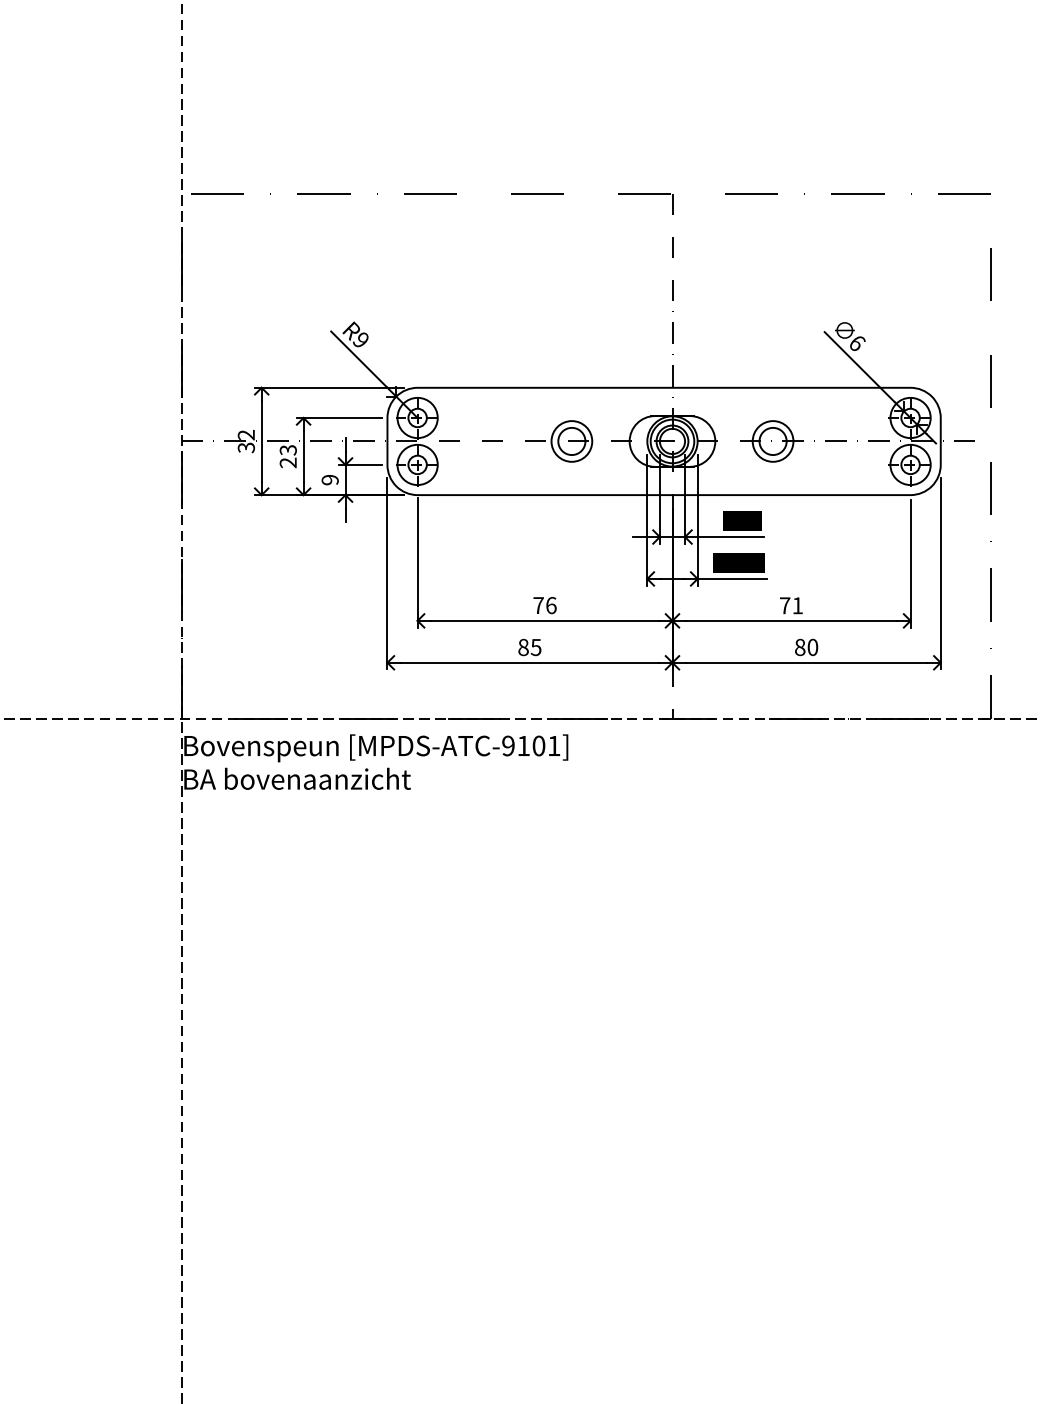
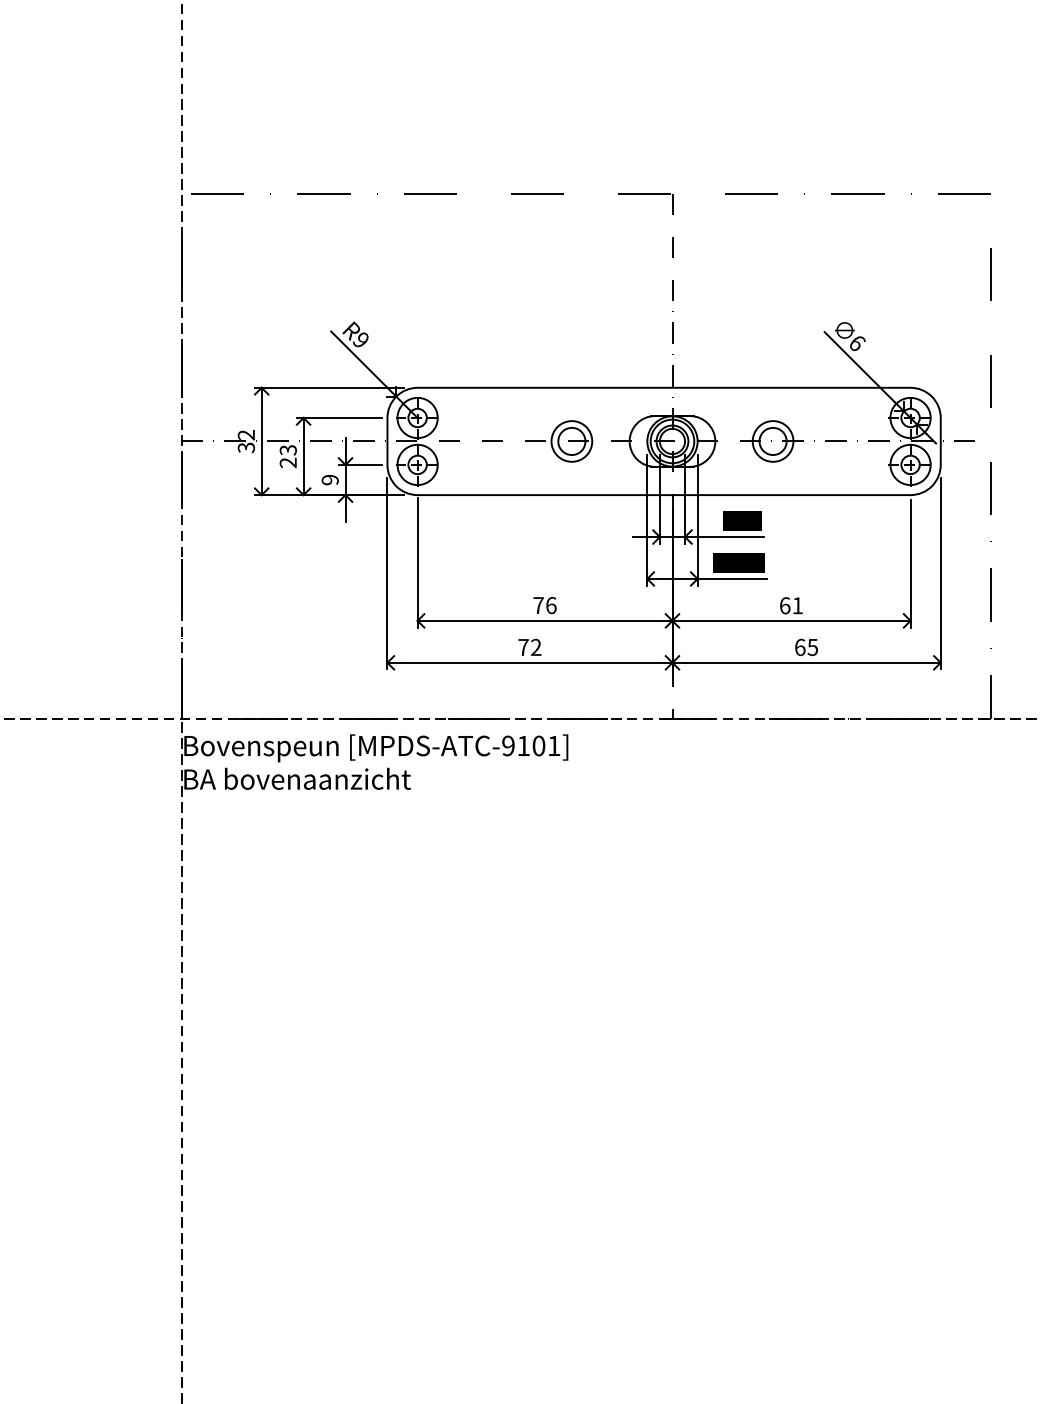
text at (785, 605): 71 -> 61
text at (806, 646): 80 -> 65
text at (529, 647): 85 -> 72
